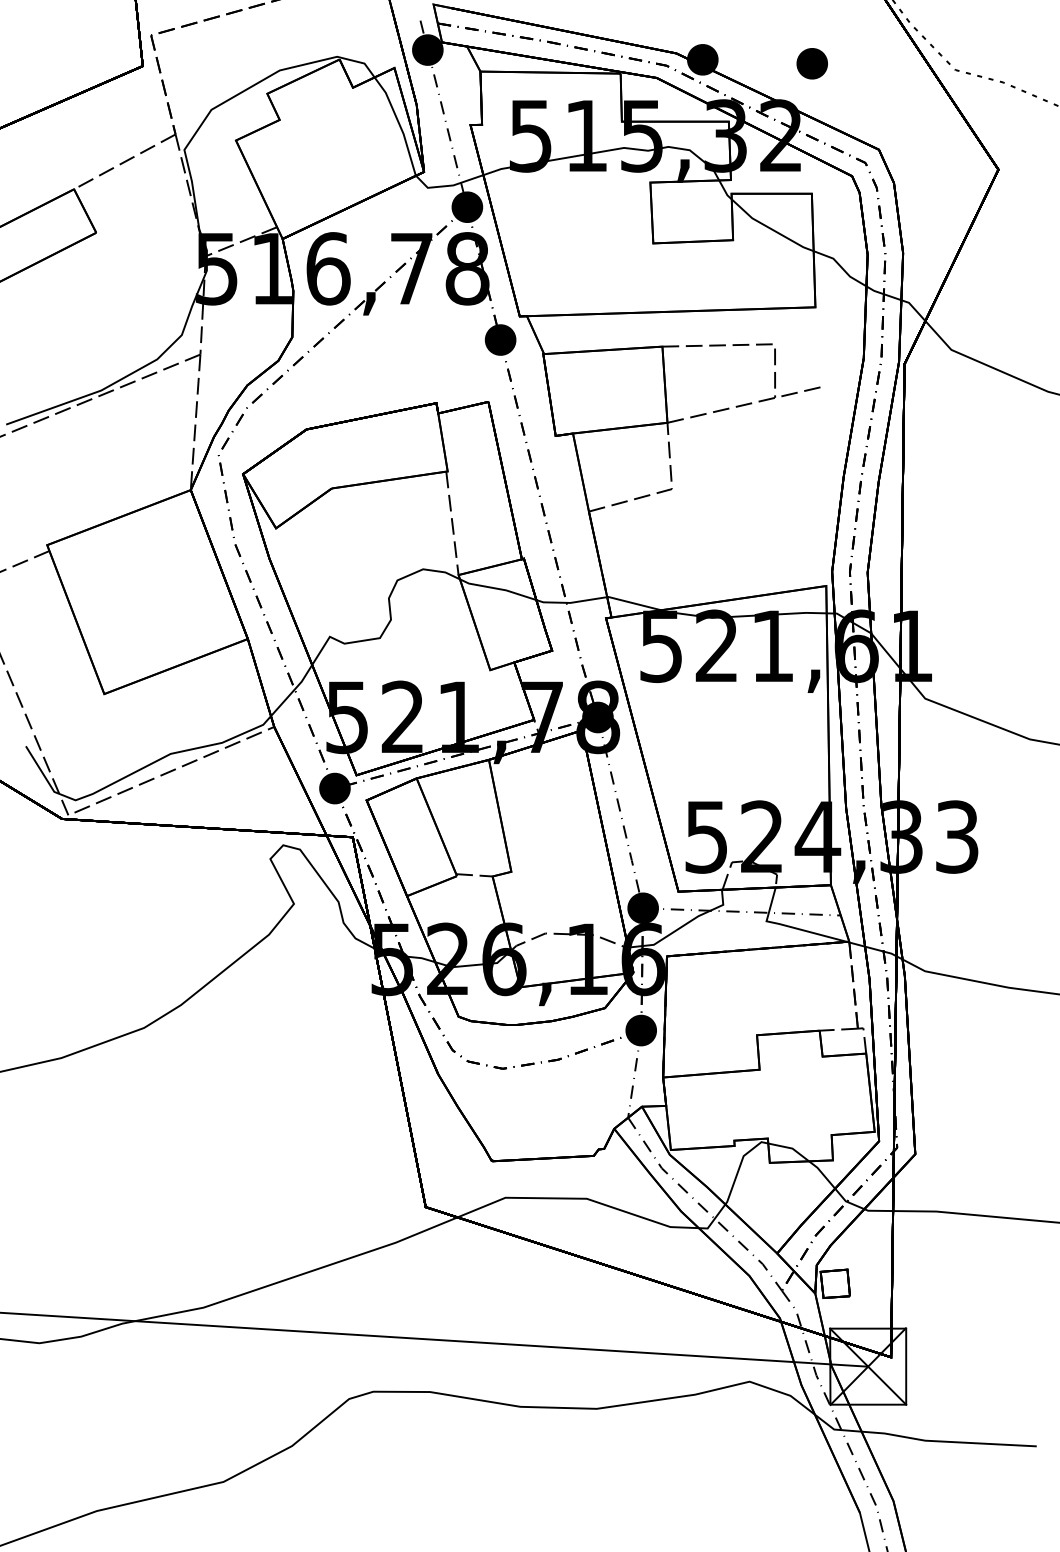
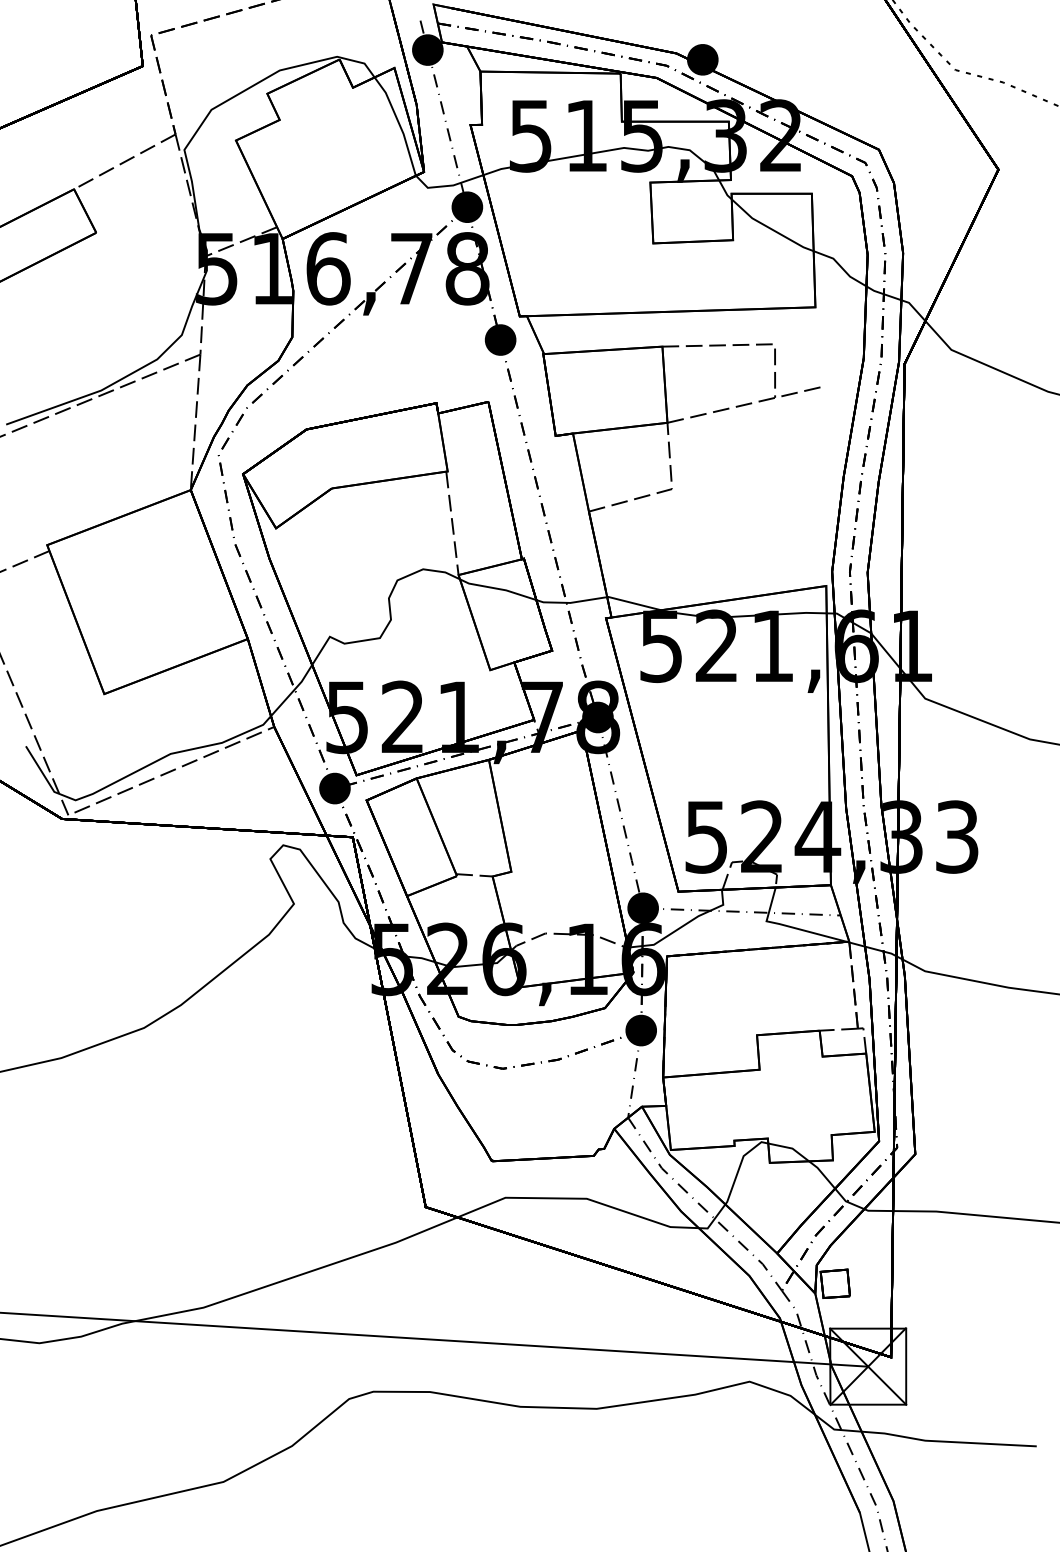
part at (811, 63): present -> none
